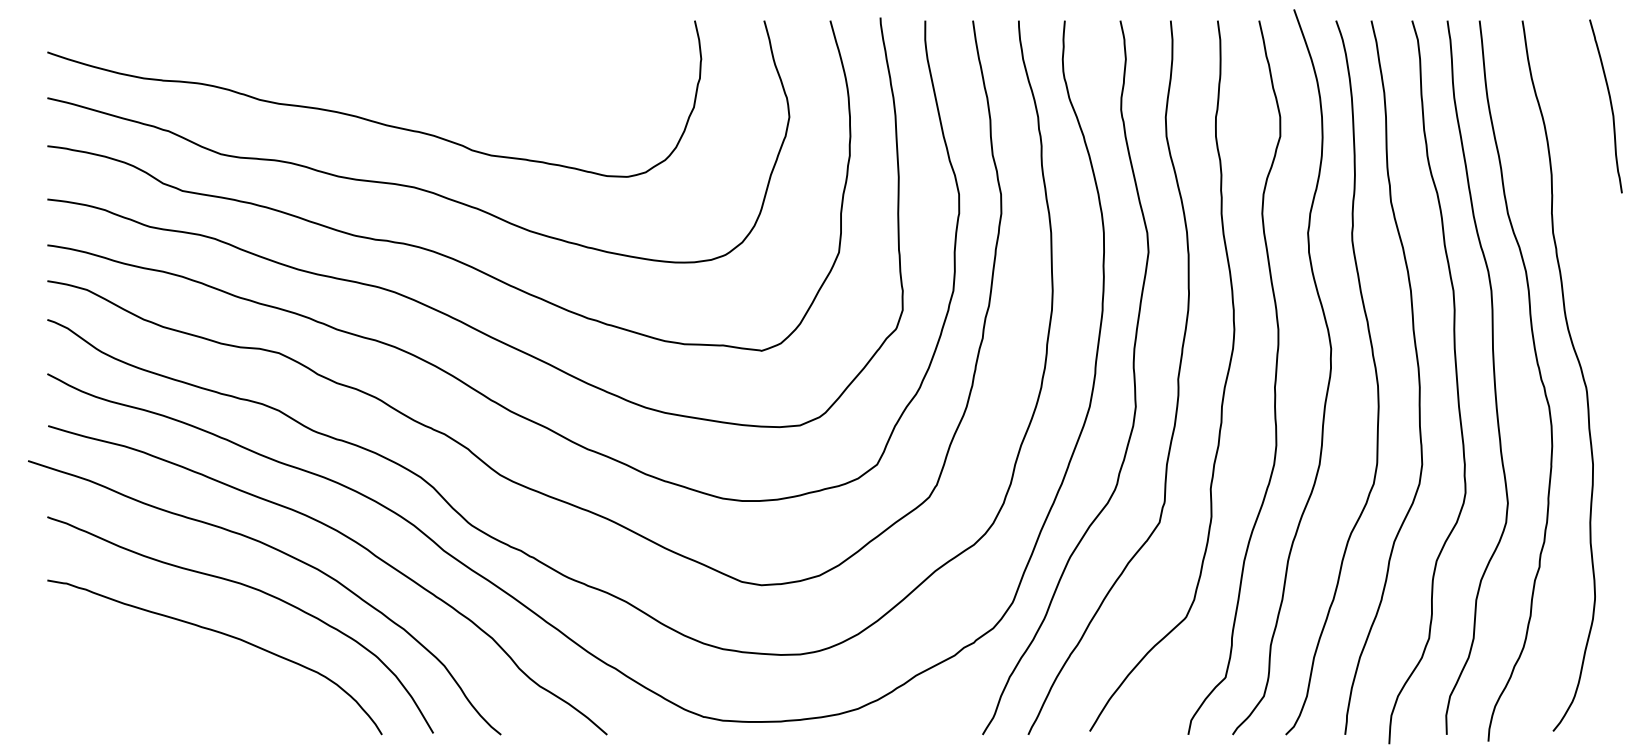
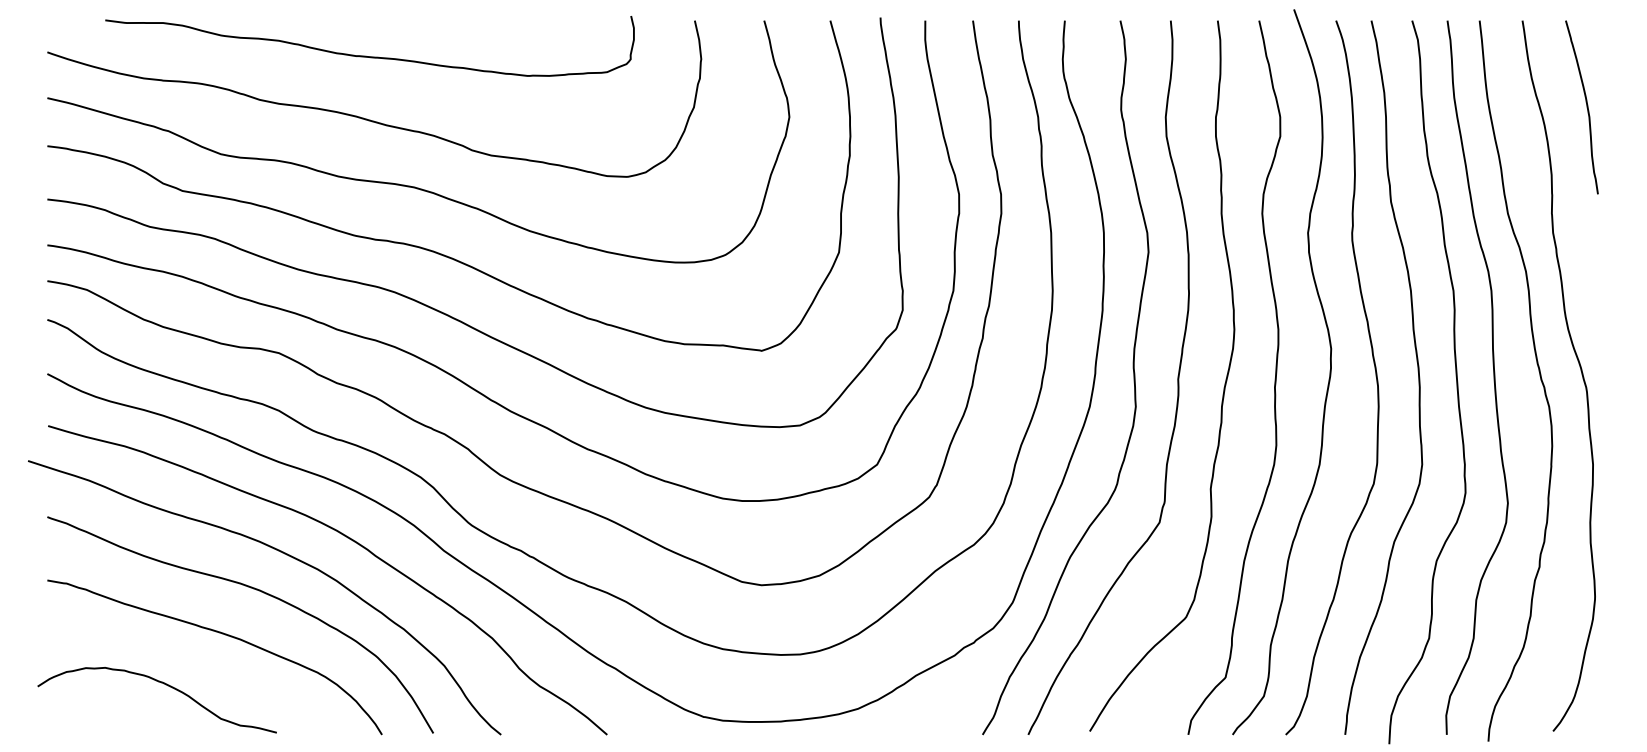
curve at (366, 55): none -> present
curve at (1610, 106) position: (1610, 106) -> (1586, 107)
curve at (161, 683): none -> present
